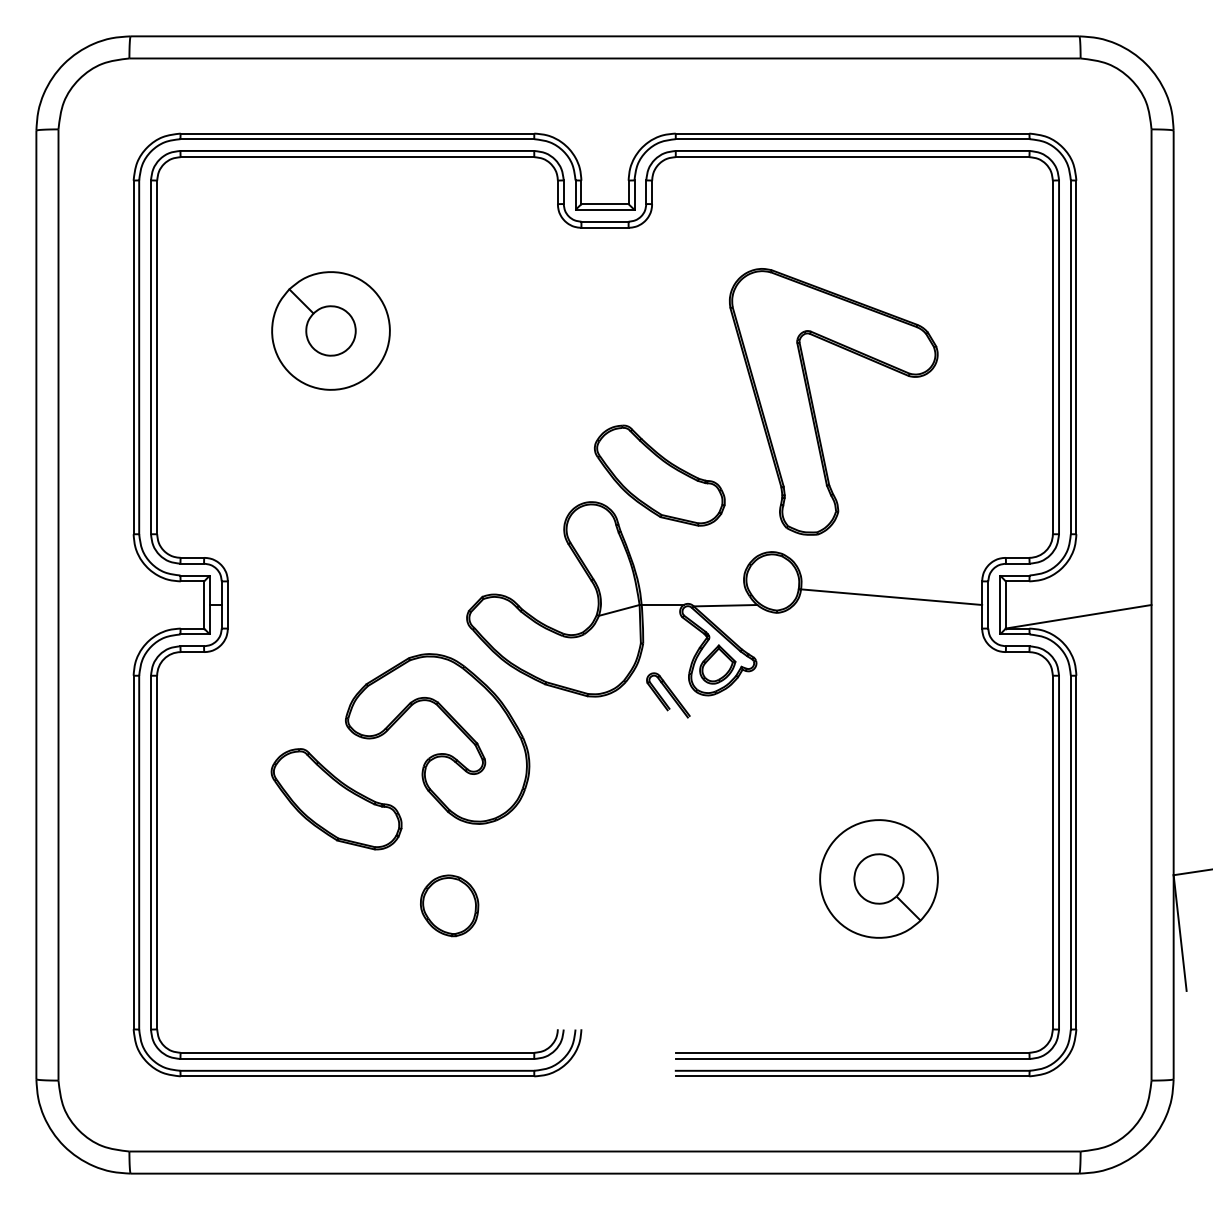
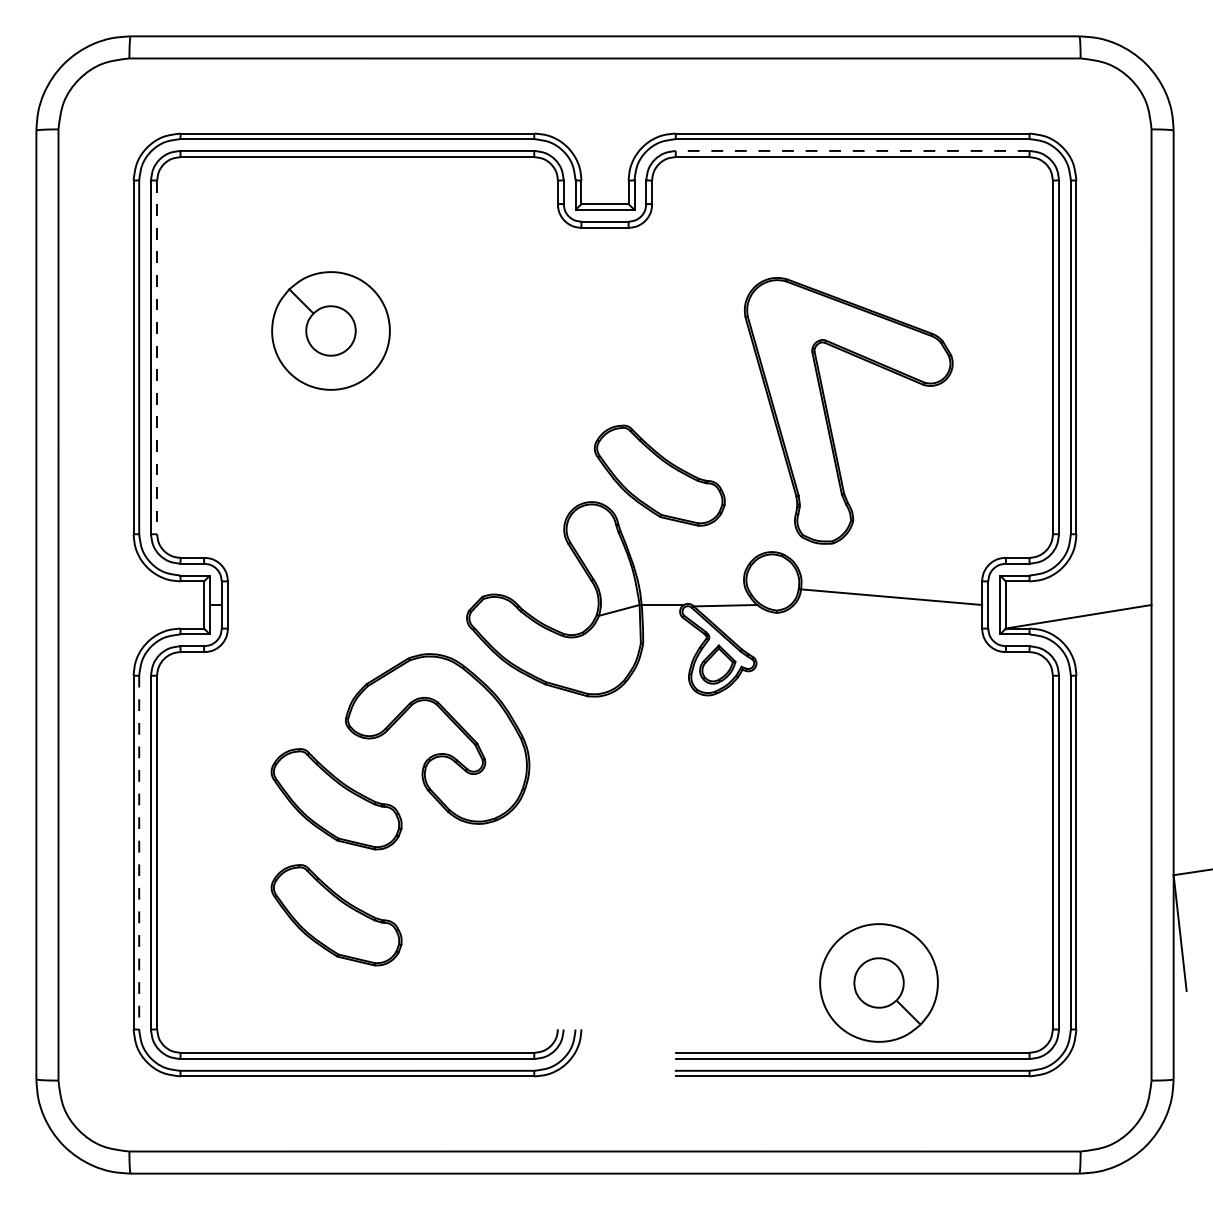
line at (852, 150): solid -> dashed
line at (157, 357): solid -> dashed
part at (813, 403) position: (813, 403) -> (828, 412)
part at (668, 695): present -> none
line at (139, 852): solid -> dashed
part at (878, 878) position: (878, 878) -> (878, 982)
part at (449, 905): present -> none
part at (336, 915): none -> present
